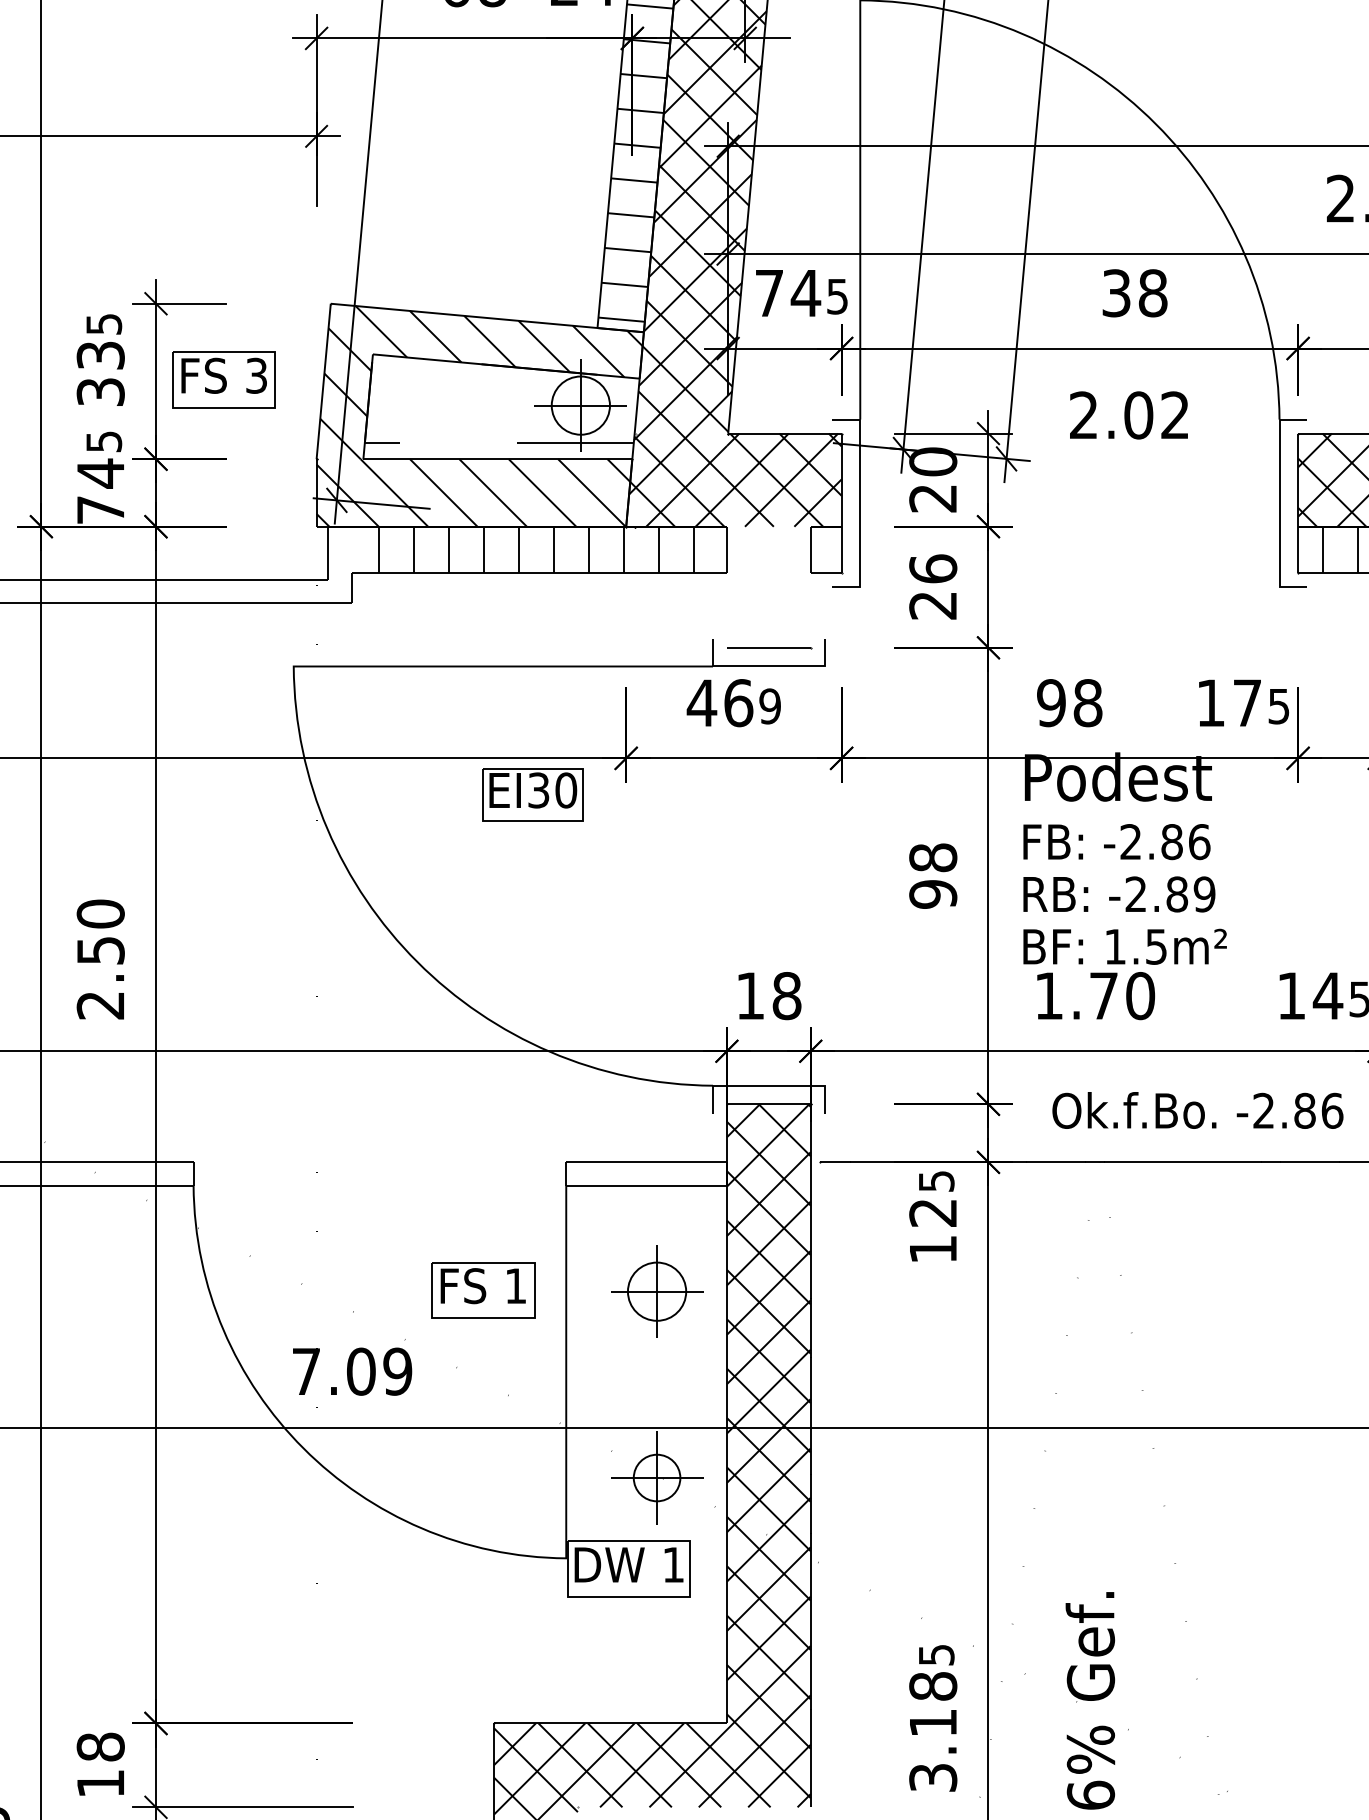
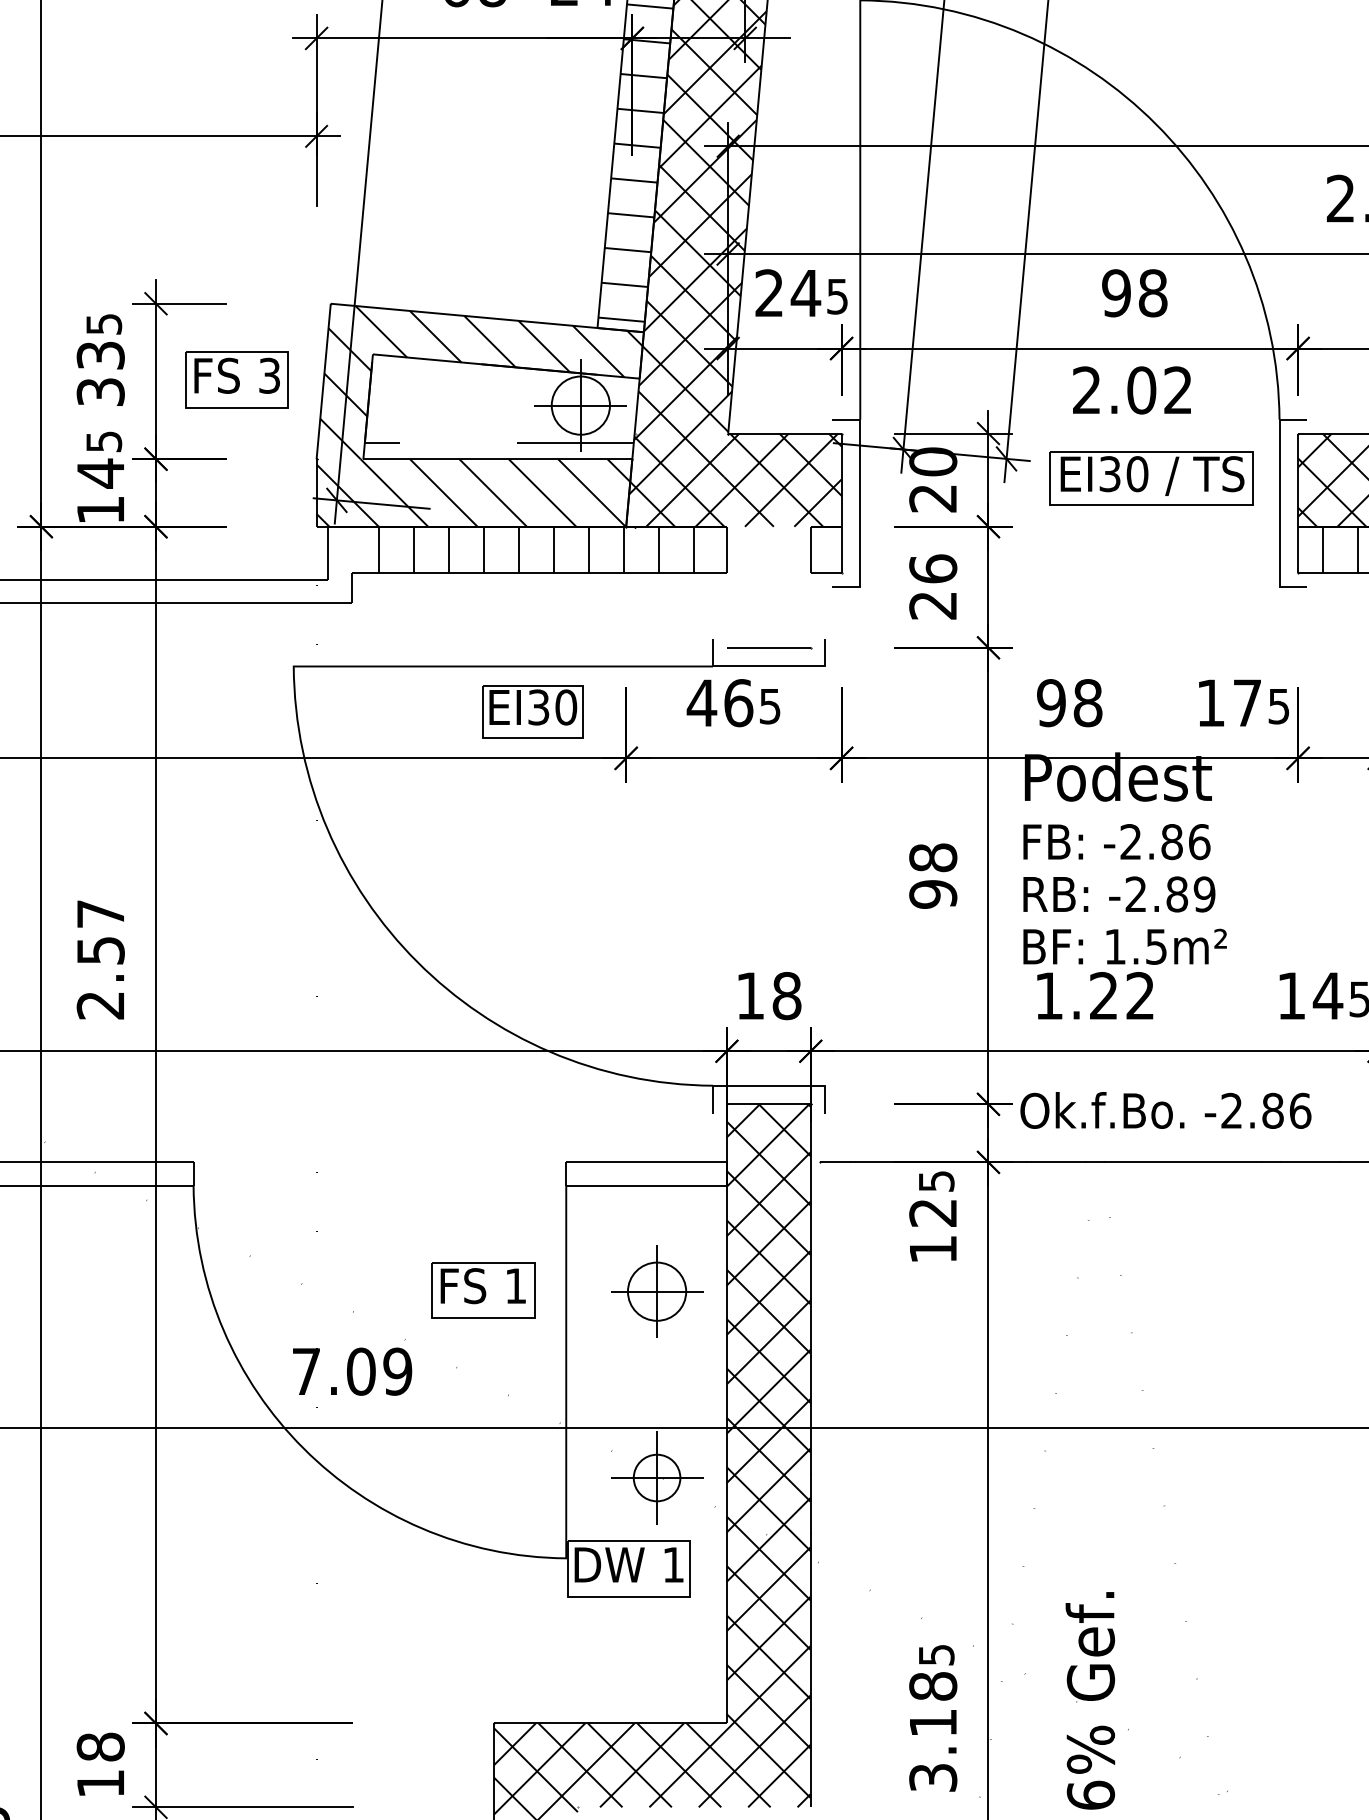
text at (768, 292): 74 -> 24
text at (1116, 293): 38 -> 98
part at (223, 379) position: (223, 379) -> (236, 379)
text at (1128, 415) position: (1128, 415) -> (1131, 390)
part at (1151, 478): none -> present
text at (100, 509): 74 -> 14
text at (769, 706): 9 -> 5
part at (532, 794) position: (532, 794) -> (532, 711)
text at (100, 913): 2.50 -> 2.57
text at (1122, 996): 1.70 -> 1.22
text at (1197, 1110) position: (1197, 1110) -> (1165, 1110)
